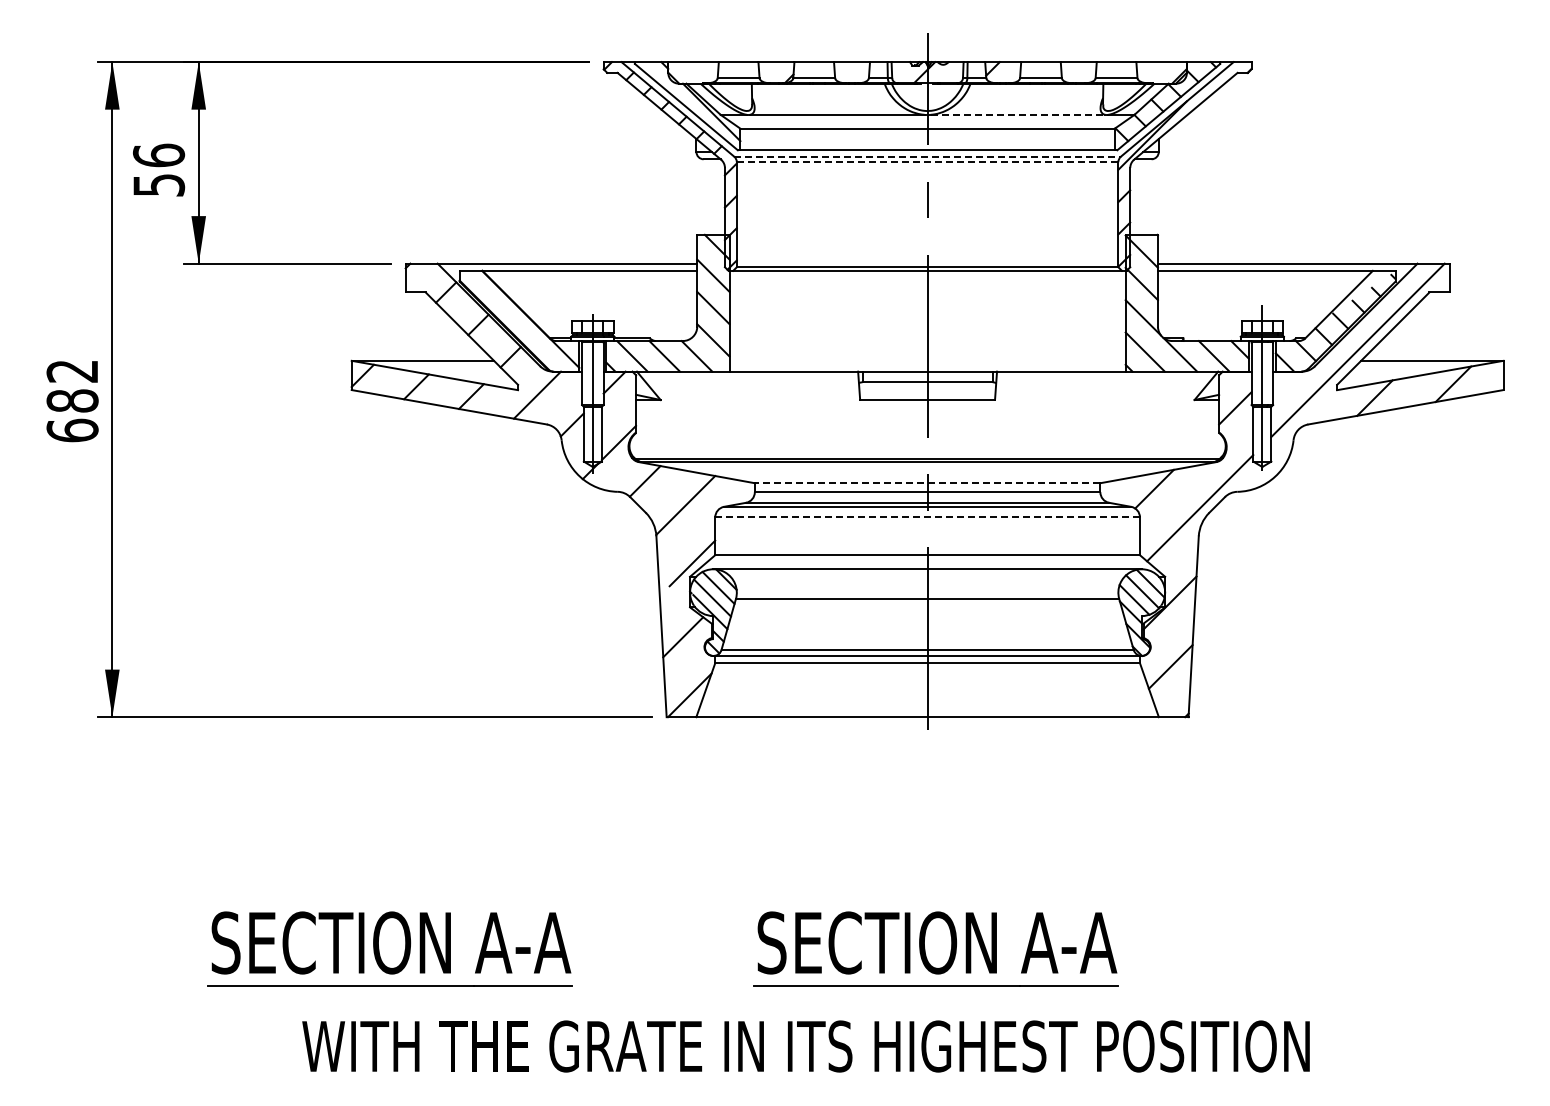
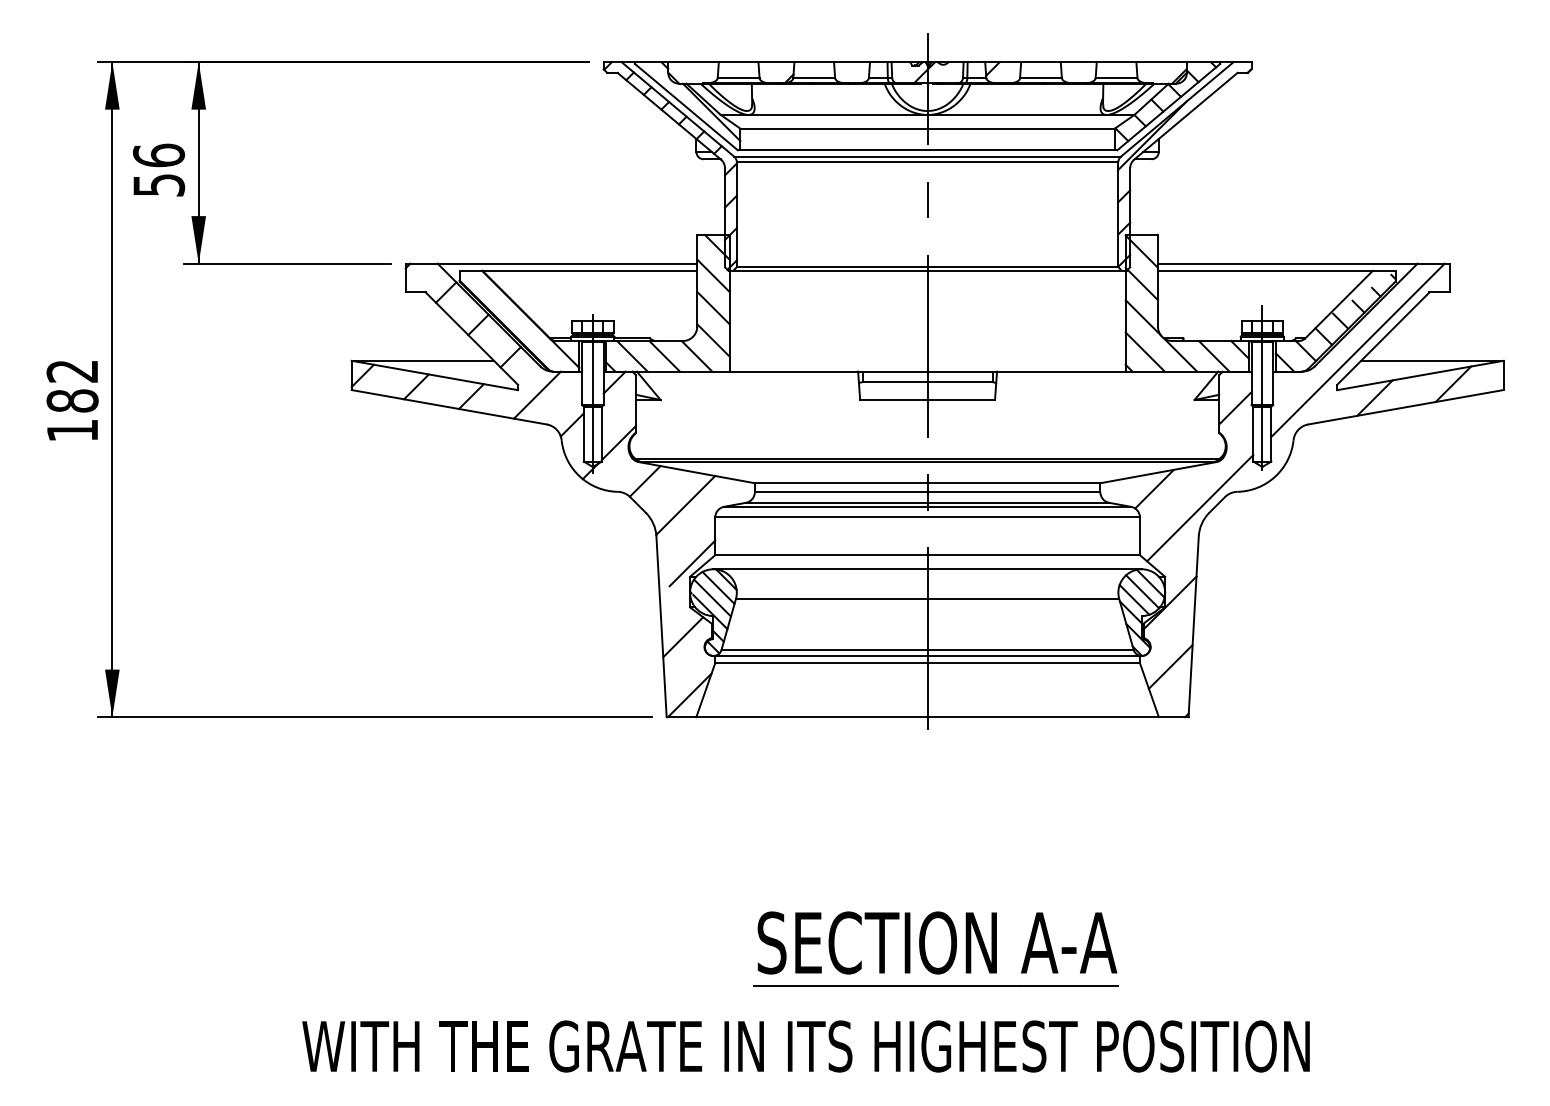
line at (1018, 114): dashed -> solid
line at (928, 156): dashed -> solid
line at (927, 162): dashed -> solid
text at (72, 430): 682 -> 182
line at (927, 483): dashed -> solid
line at (927, 517): dashed -> solid
part at (389, 948): present -> none
